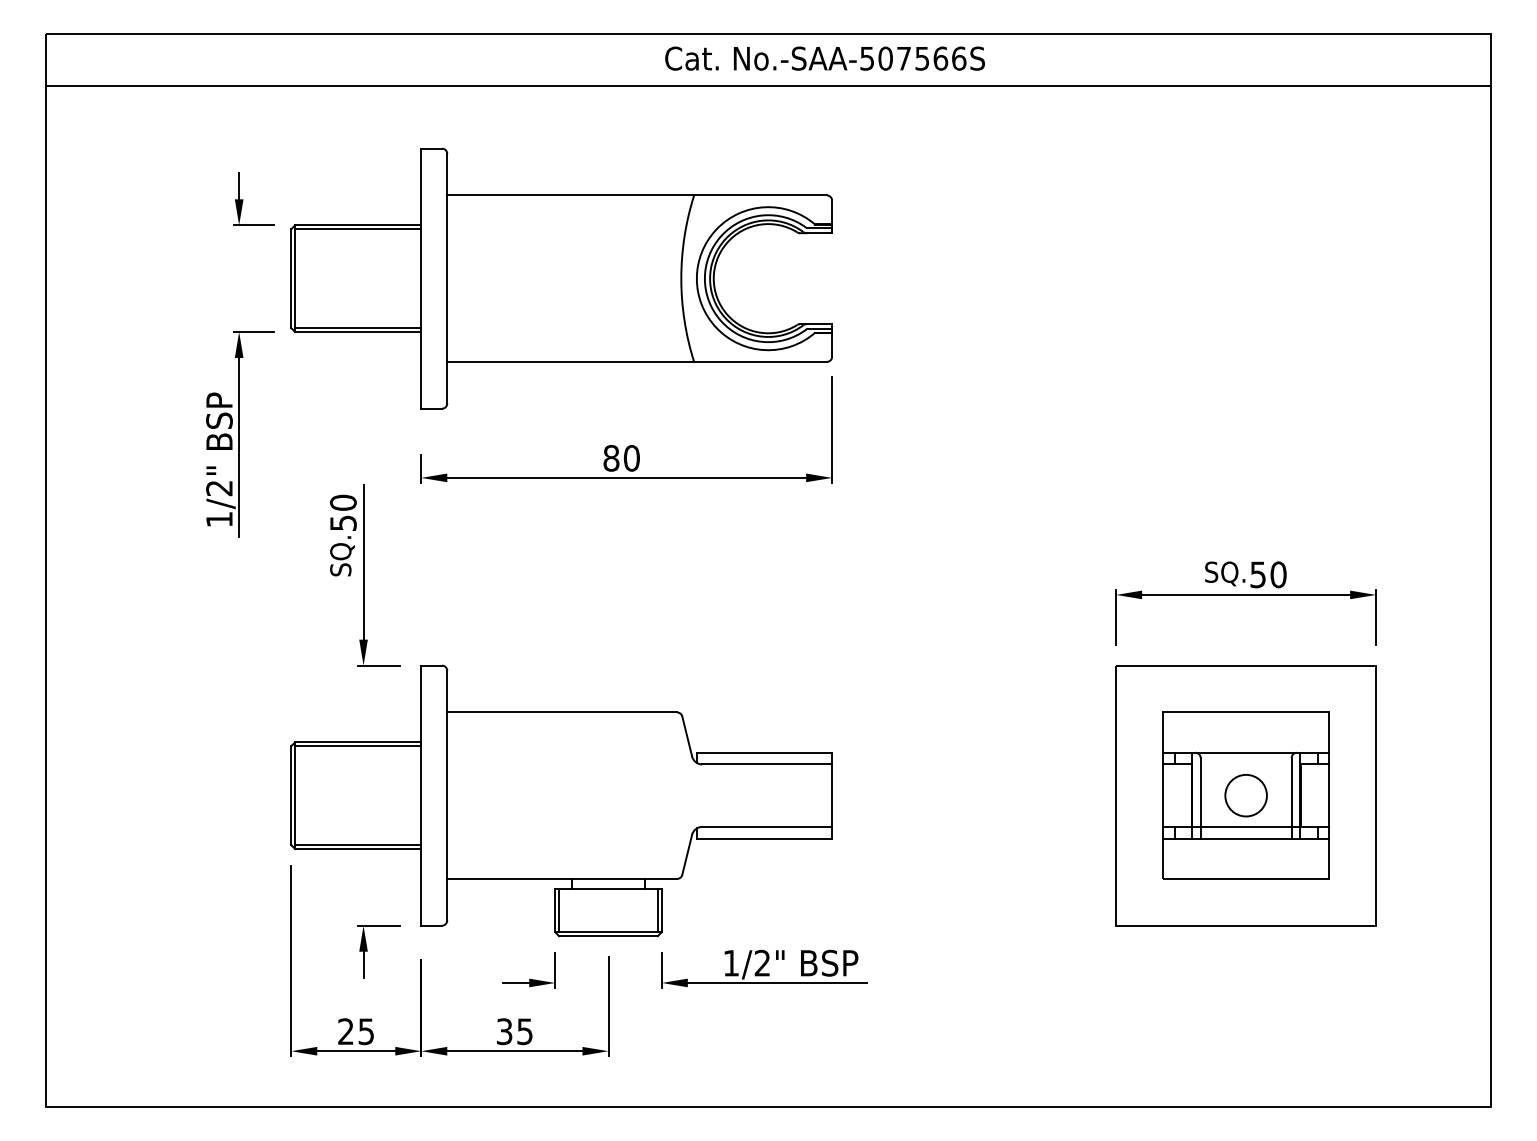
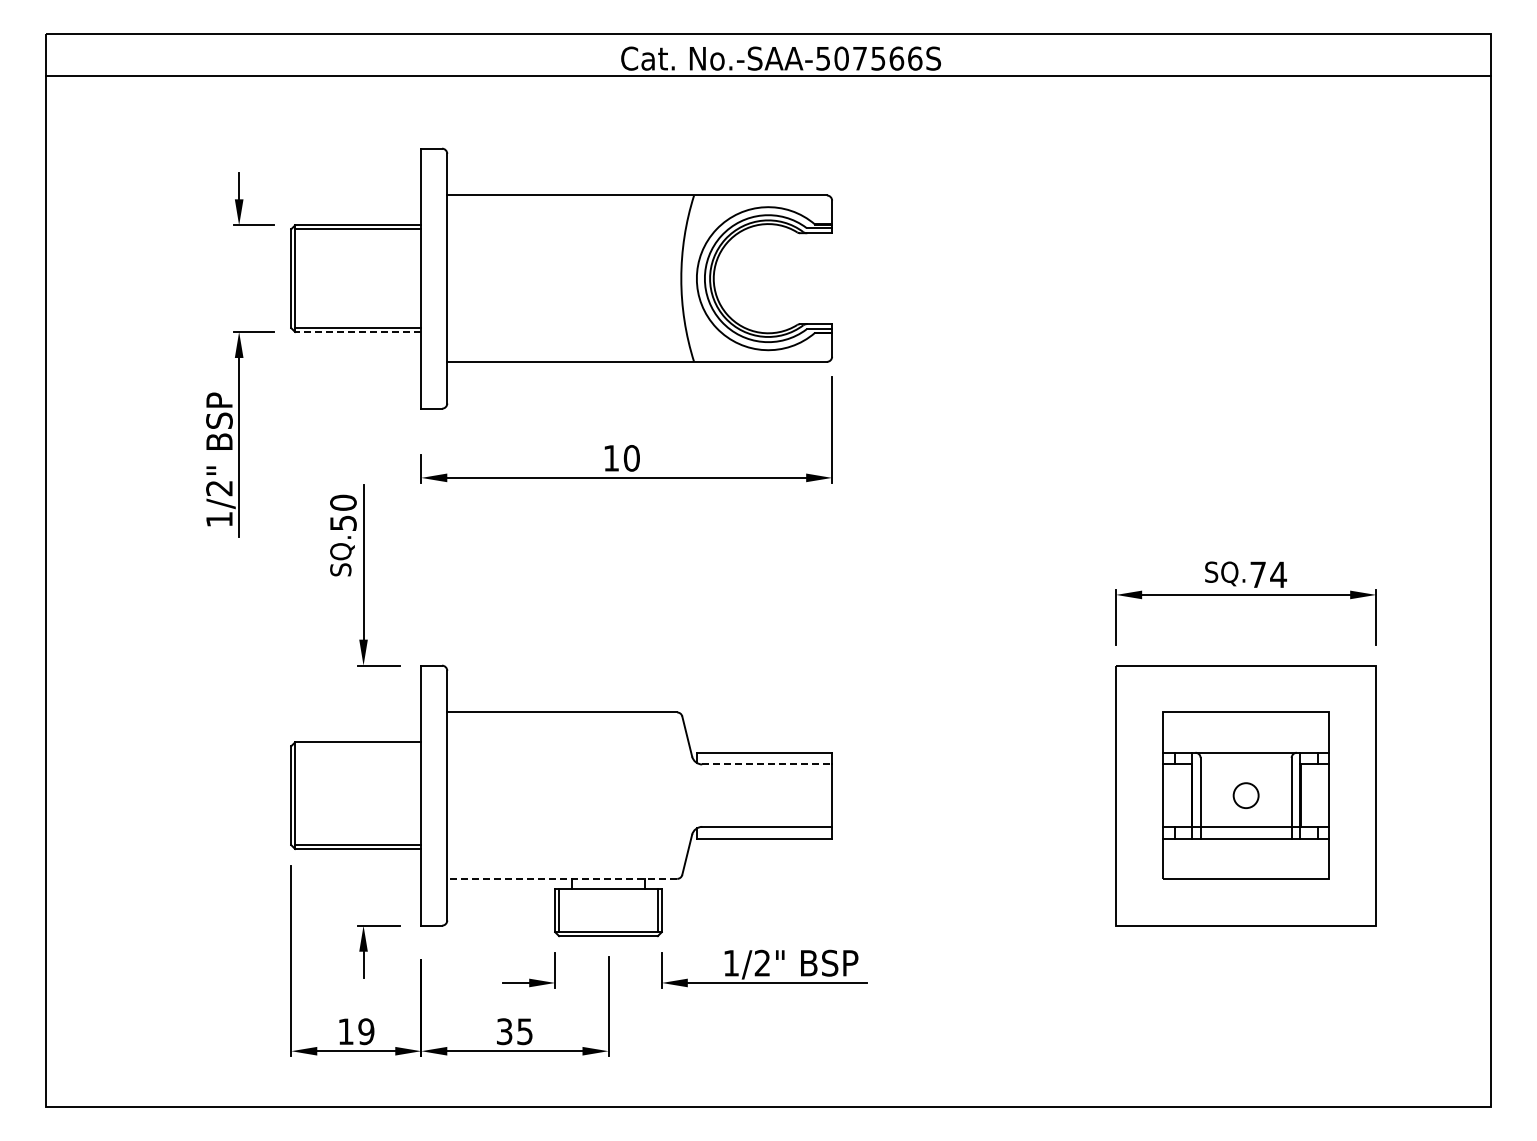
text at (824, 58) position: (824, 58) -> (780, 58)
line at (768, 86) position: (768, 86) -> (768, 76)
line at (357, 332): solid -> dashed
text at (611, 458): 80 -> 10
text at (1268, 574): 50 -> 74
line at (358, 746): present -> none
line at (767, 764): solid -> dashed
circle at (1245, 795) diameter: 42 px -> 25 px
line at (562, 878): solid -> dashed
text at (356, 1031): 25 -> 19
